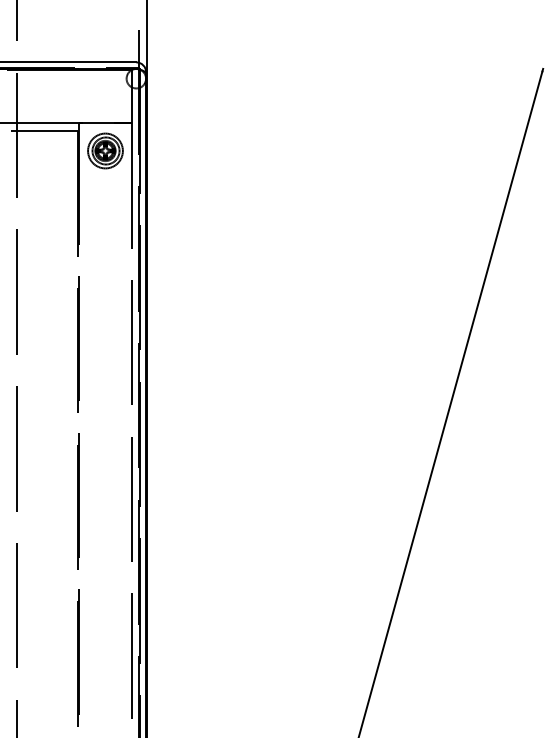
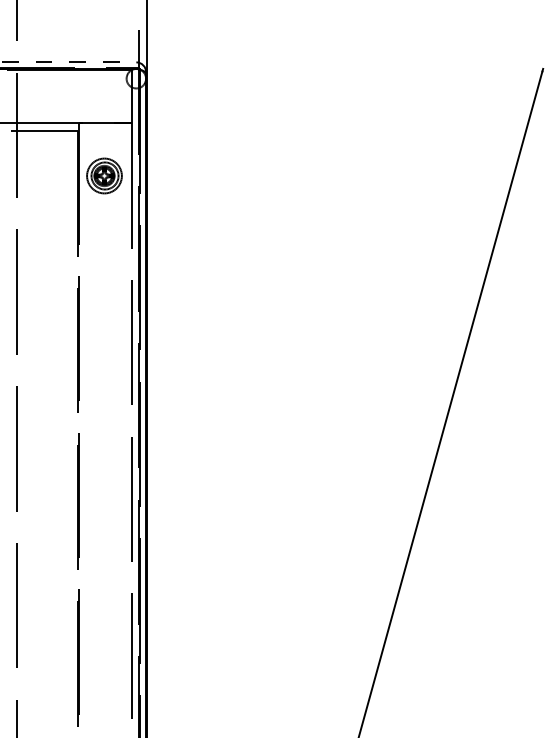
line at (68, 62): solid -> dashed
part at (105, 150) position: (105, 150) -> (104, 175)
